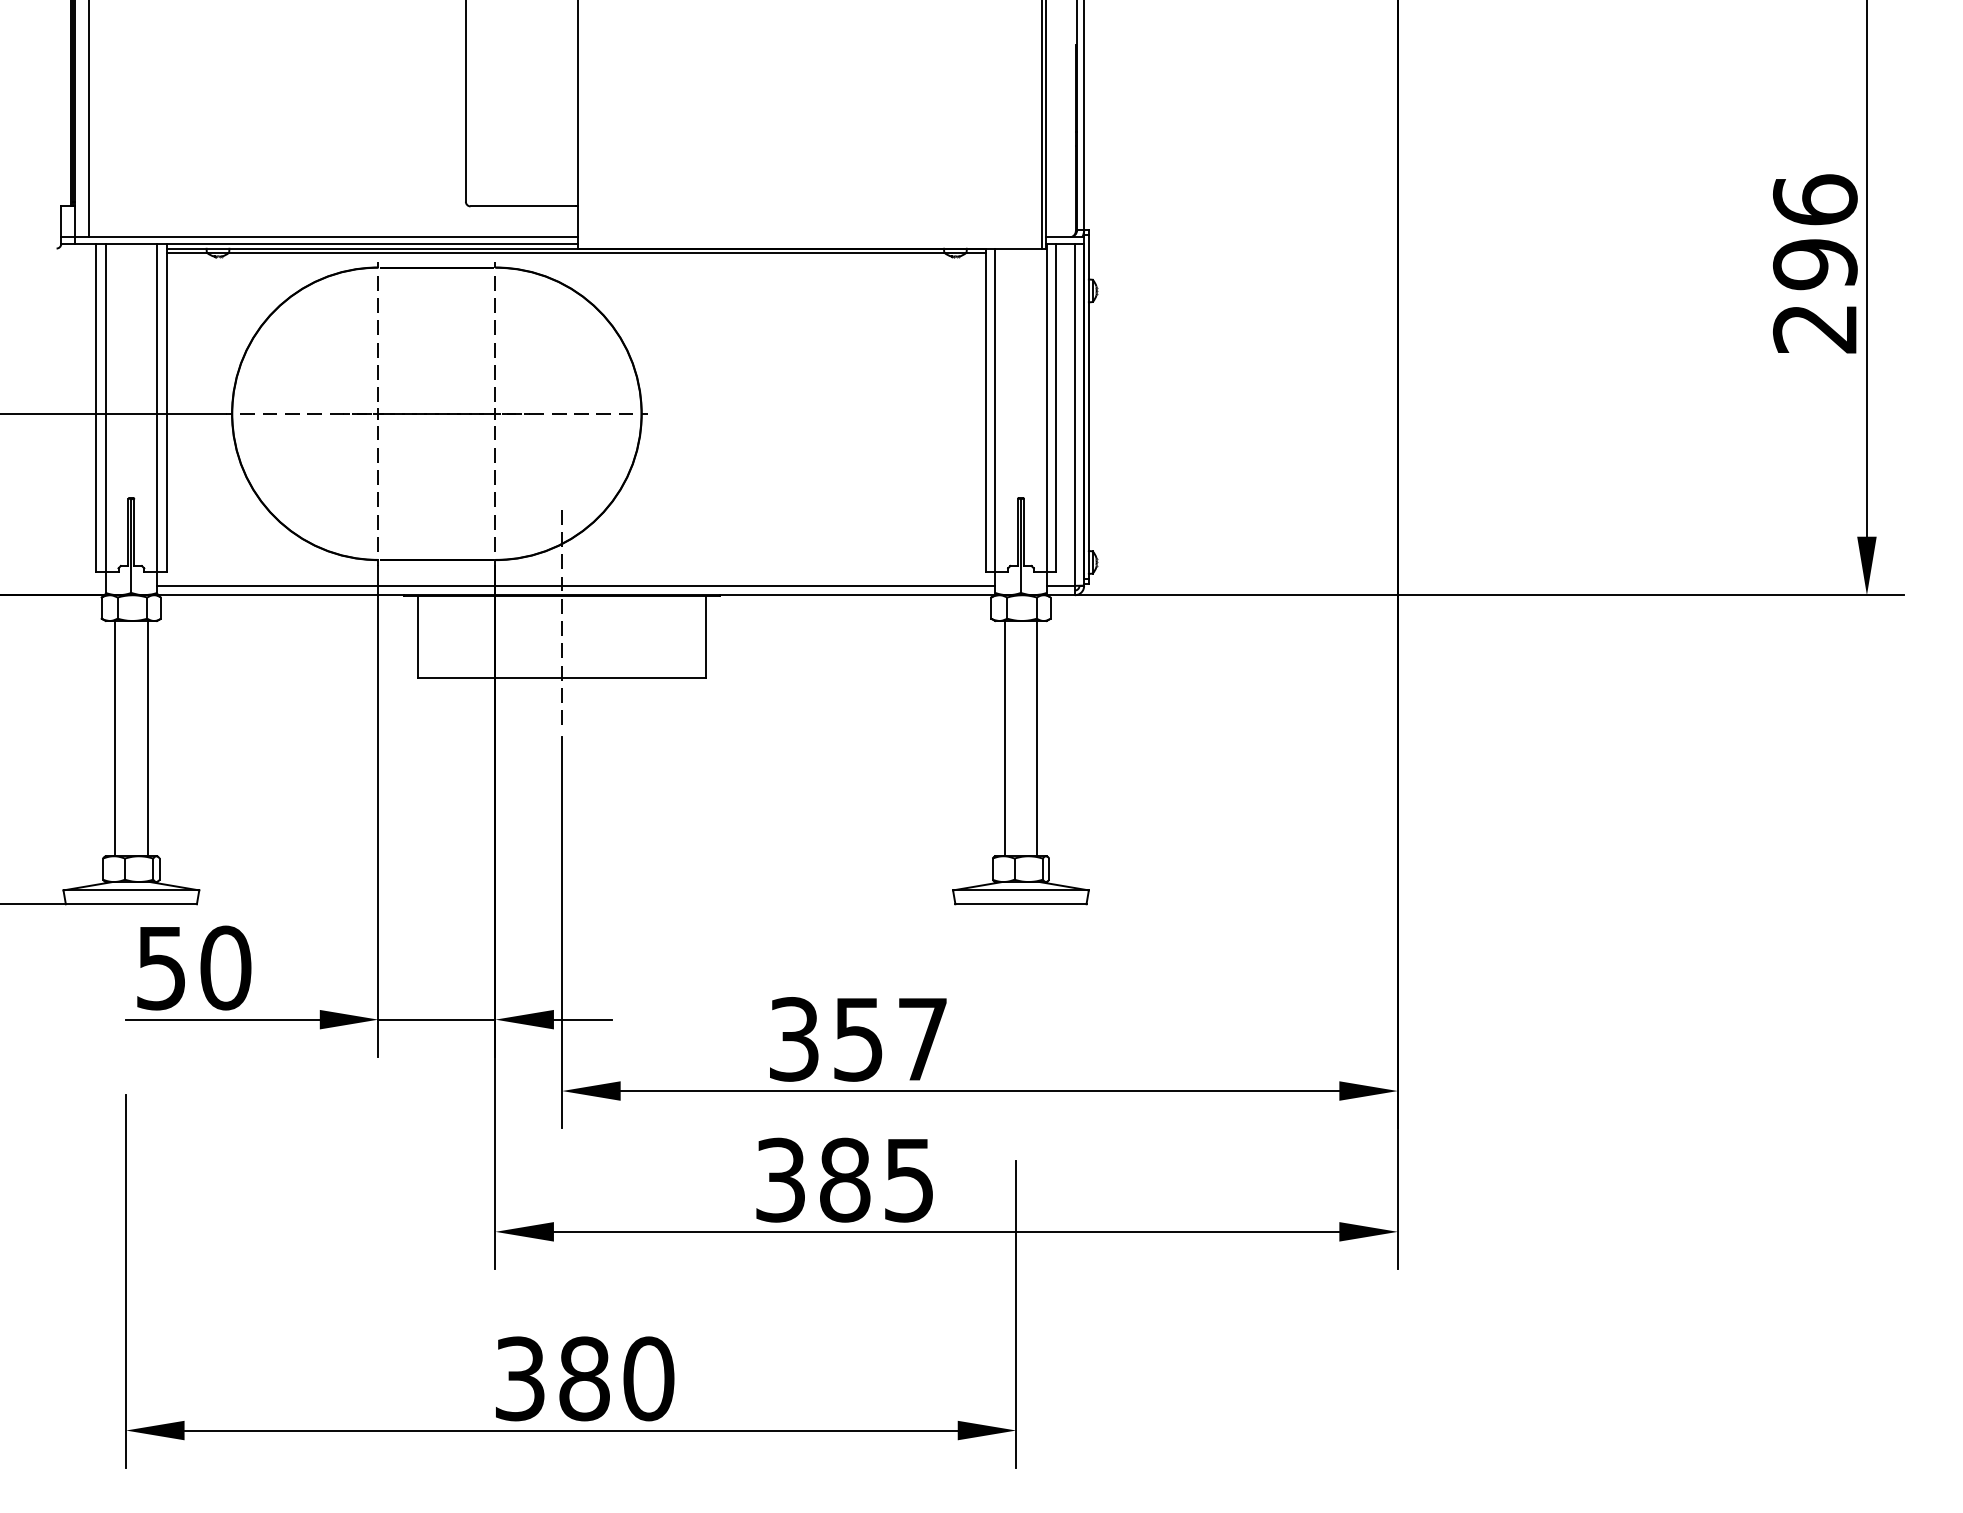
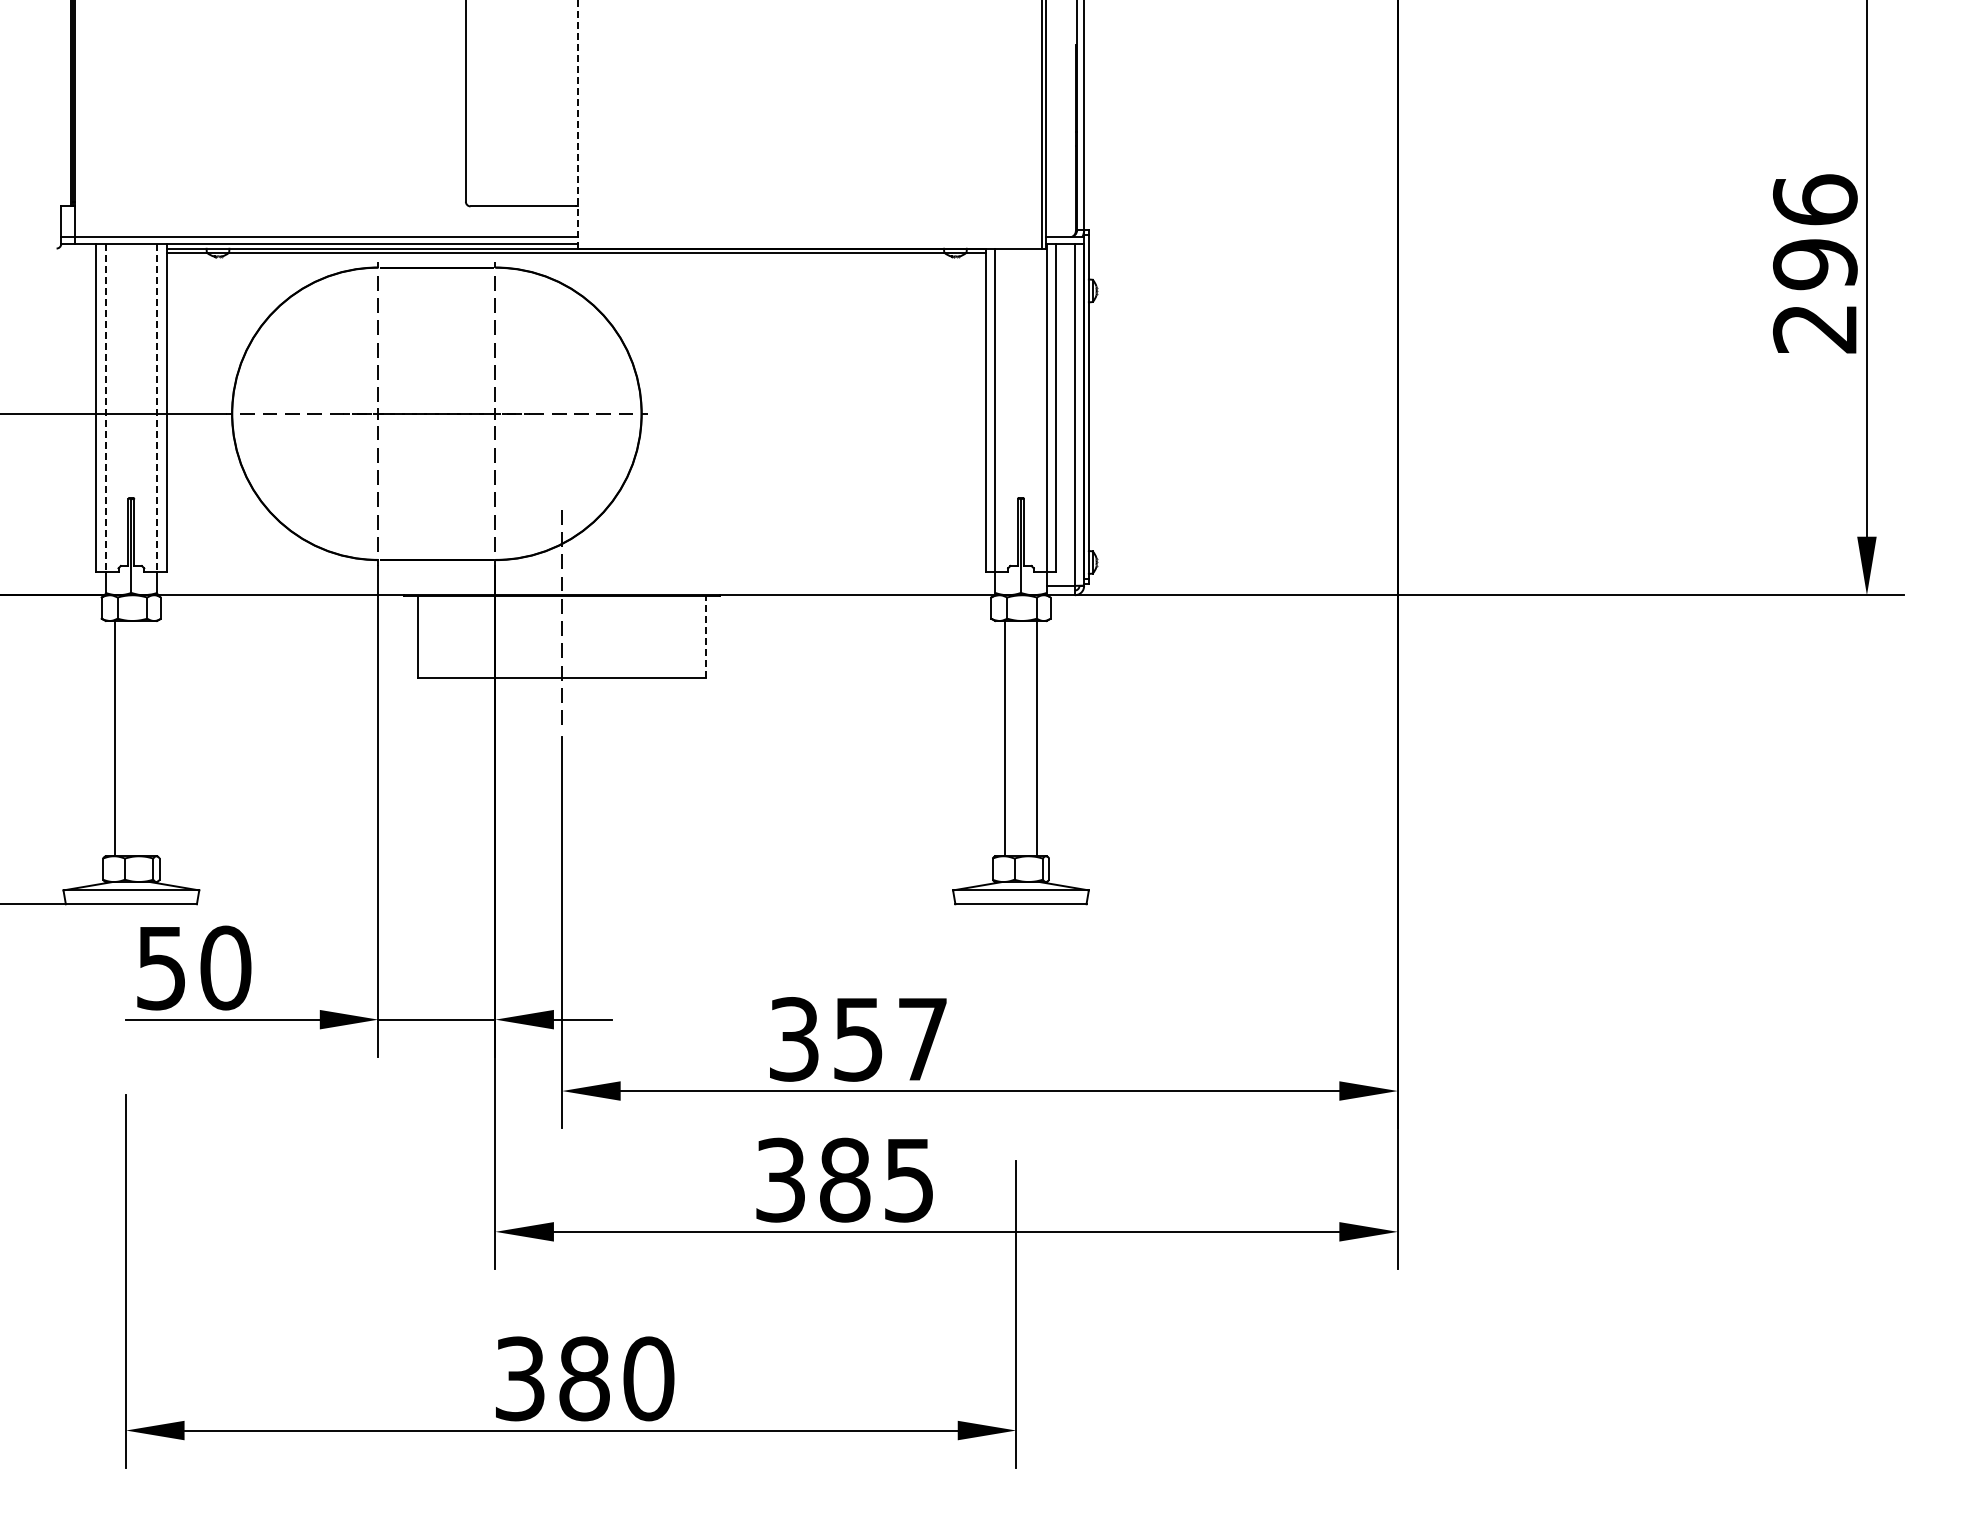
line at (89, 119): present -> none
line at (578, 124): solid -> dashed
line at (105, 407): solid -> dashed
line at (157, 407): solid -> dashed
line at (576, 585): present -> none
line at (706, 637): solid -> dashed
line at (147, 738): present -> none
